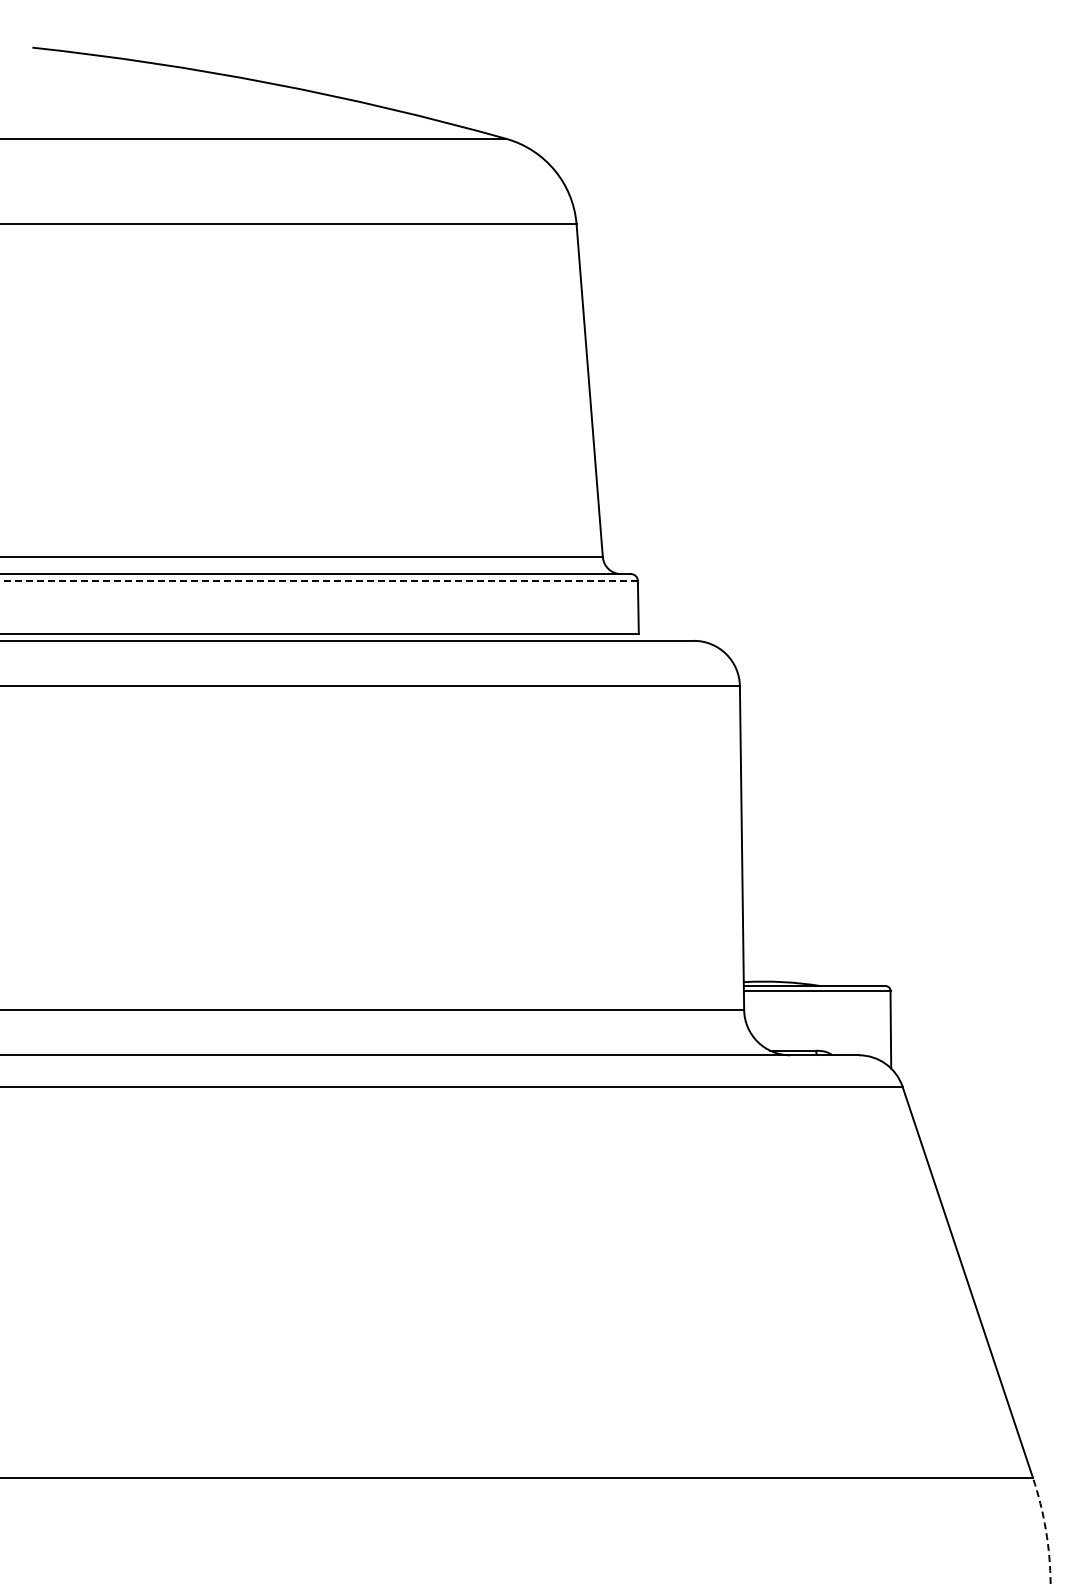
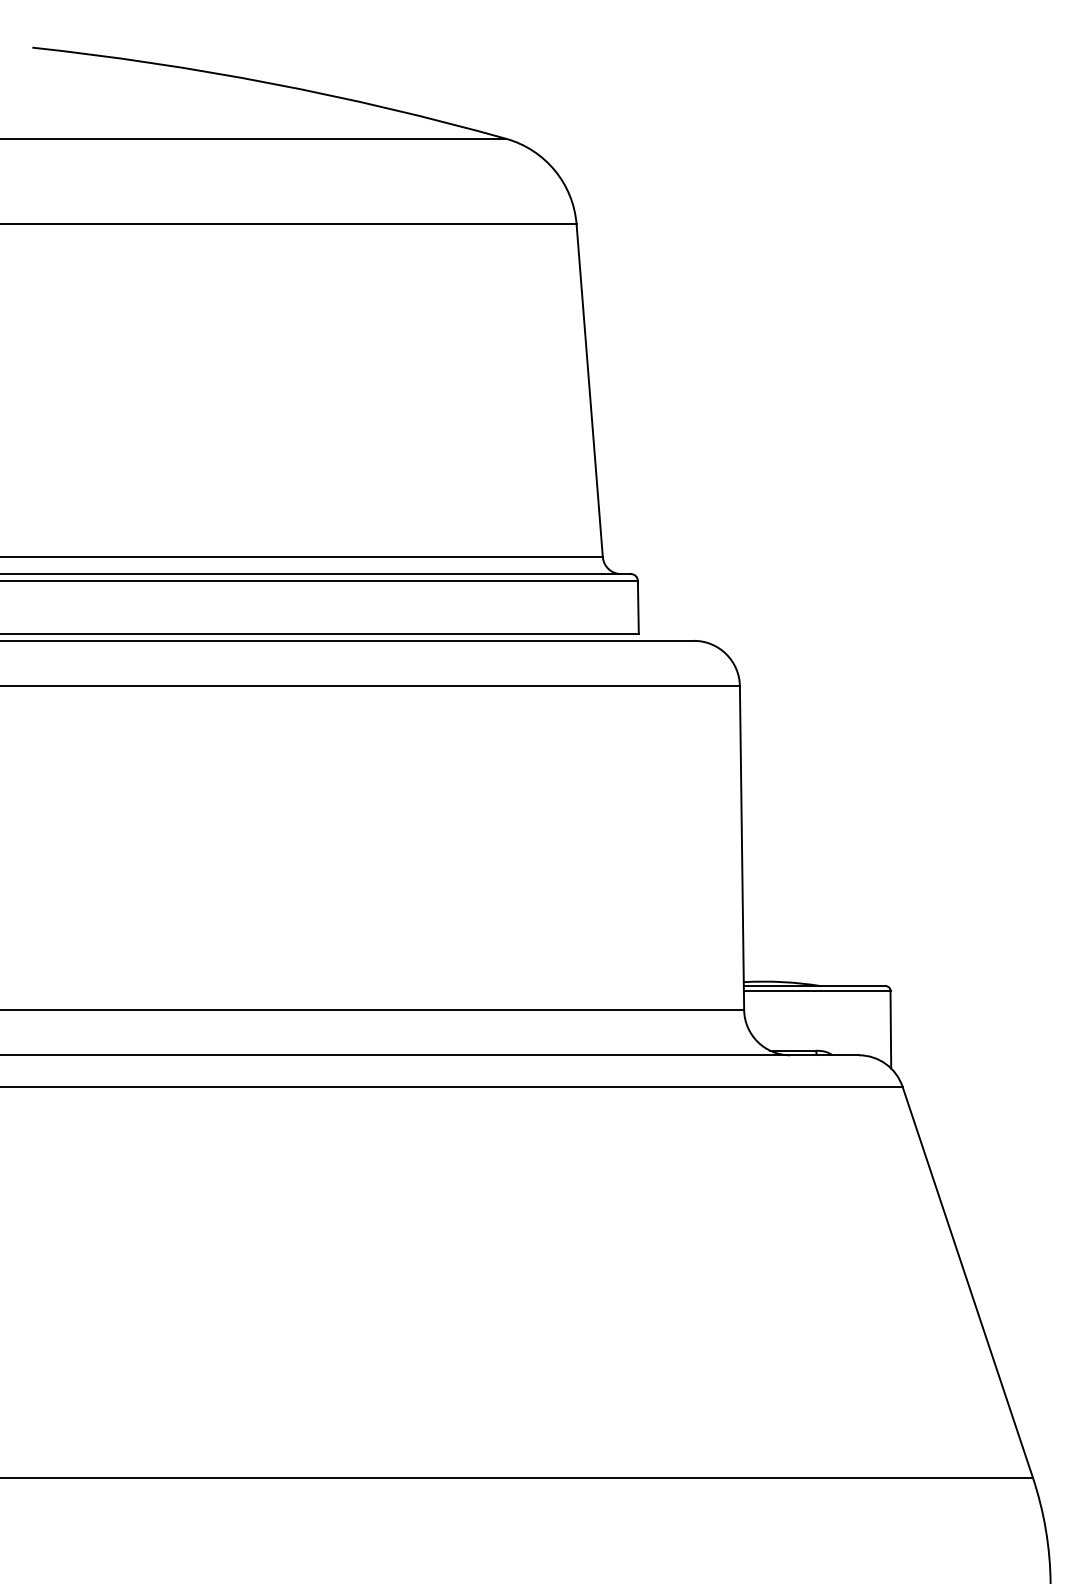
line at (319, 580): dashed -> solid
arc at (1045, 1530): dashed -> solid
